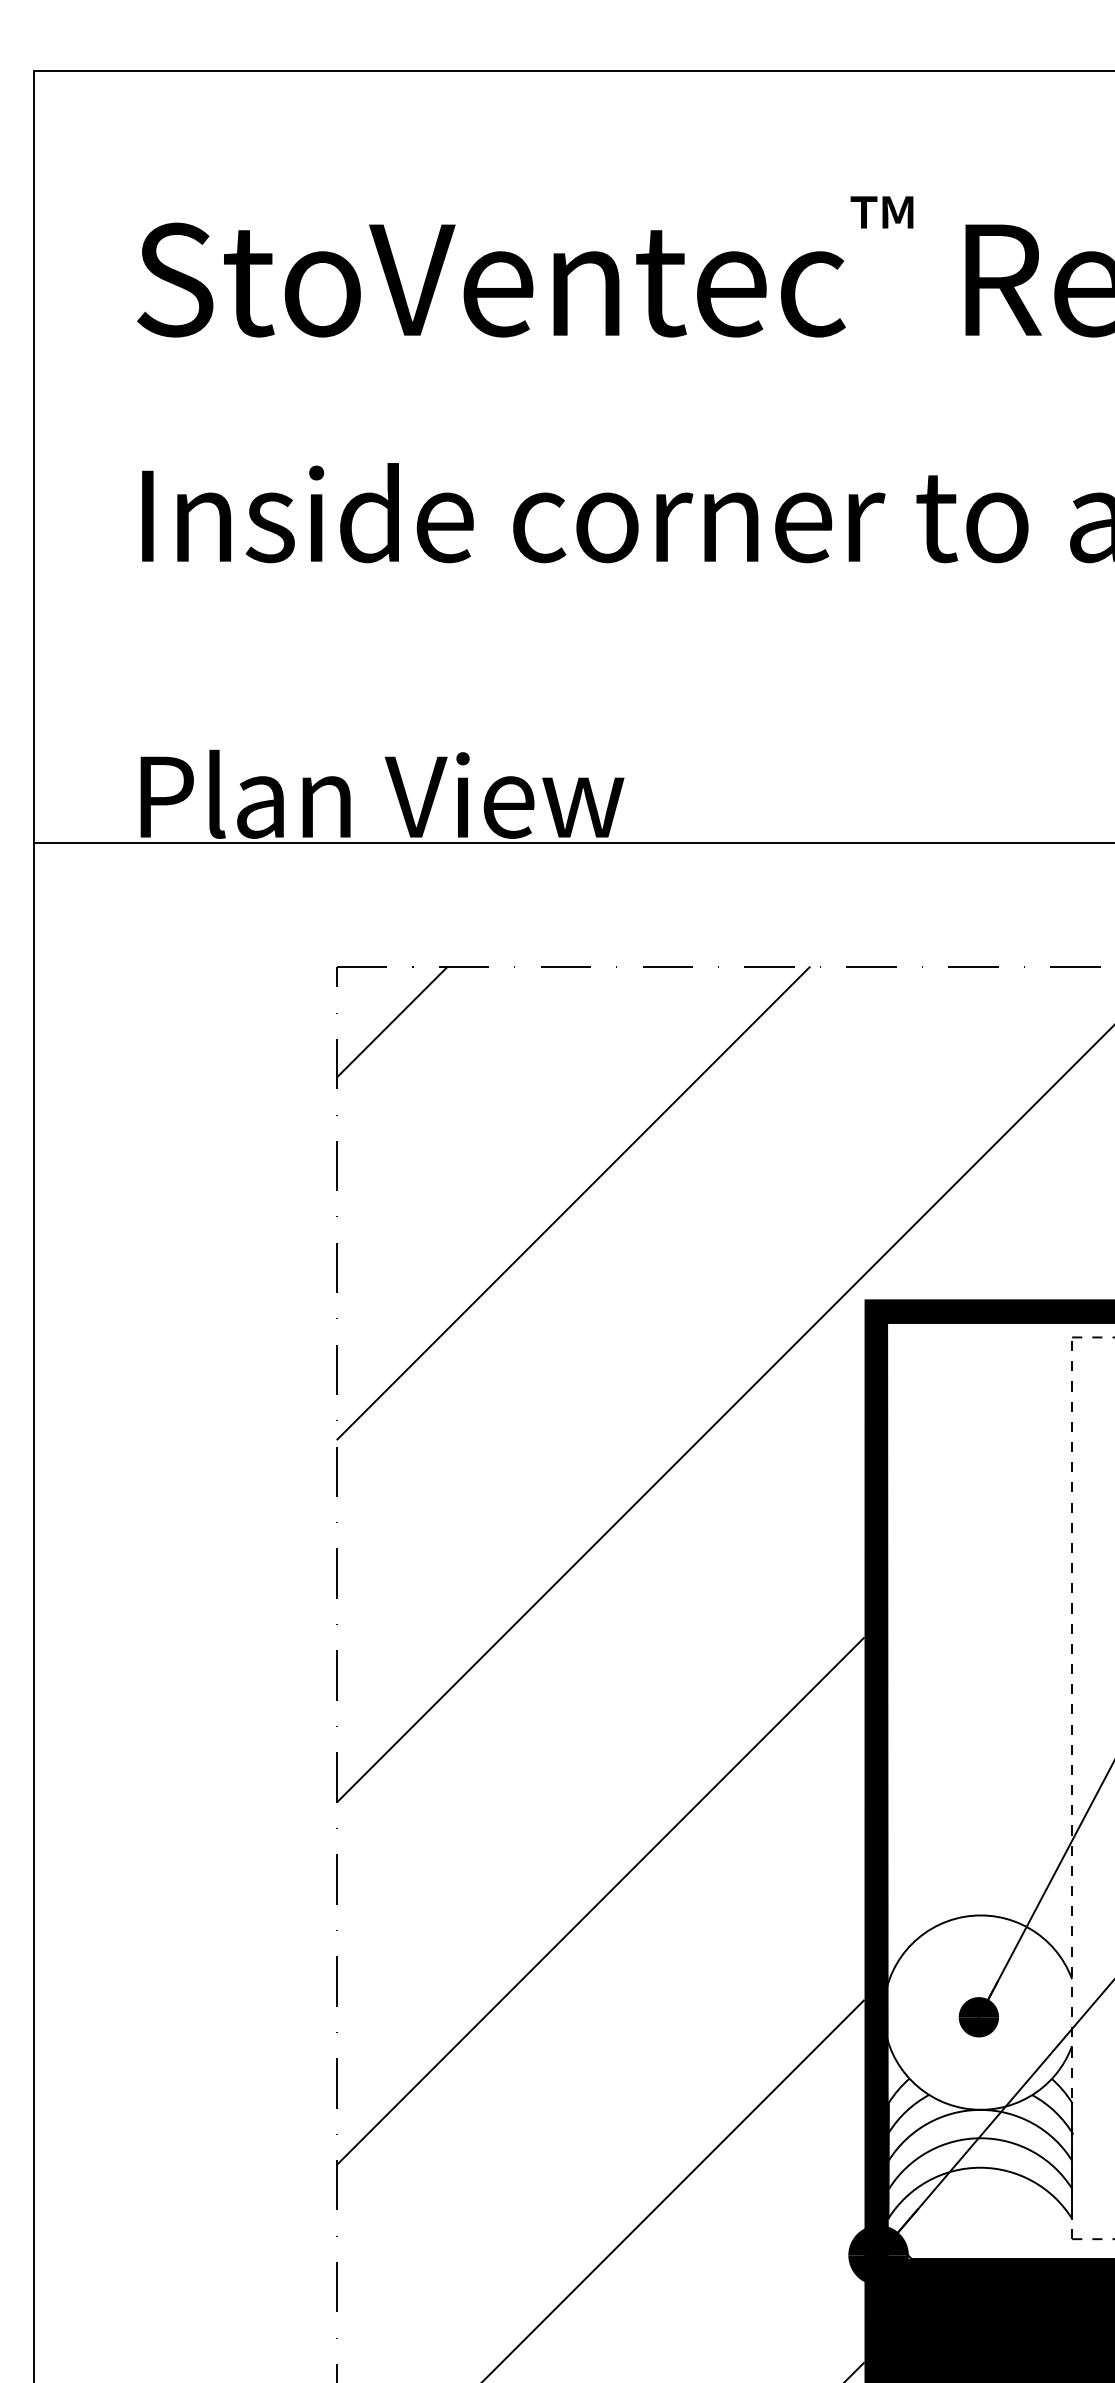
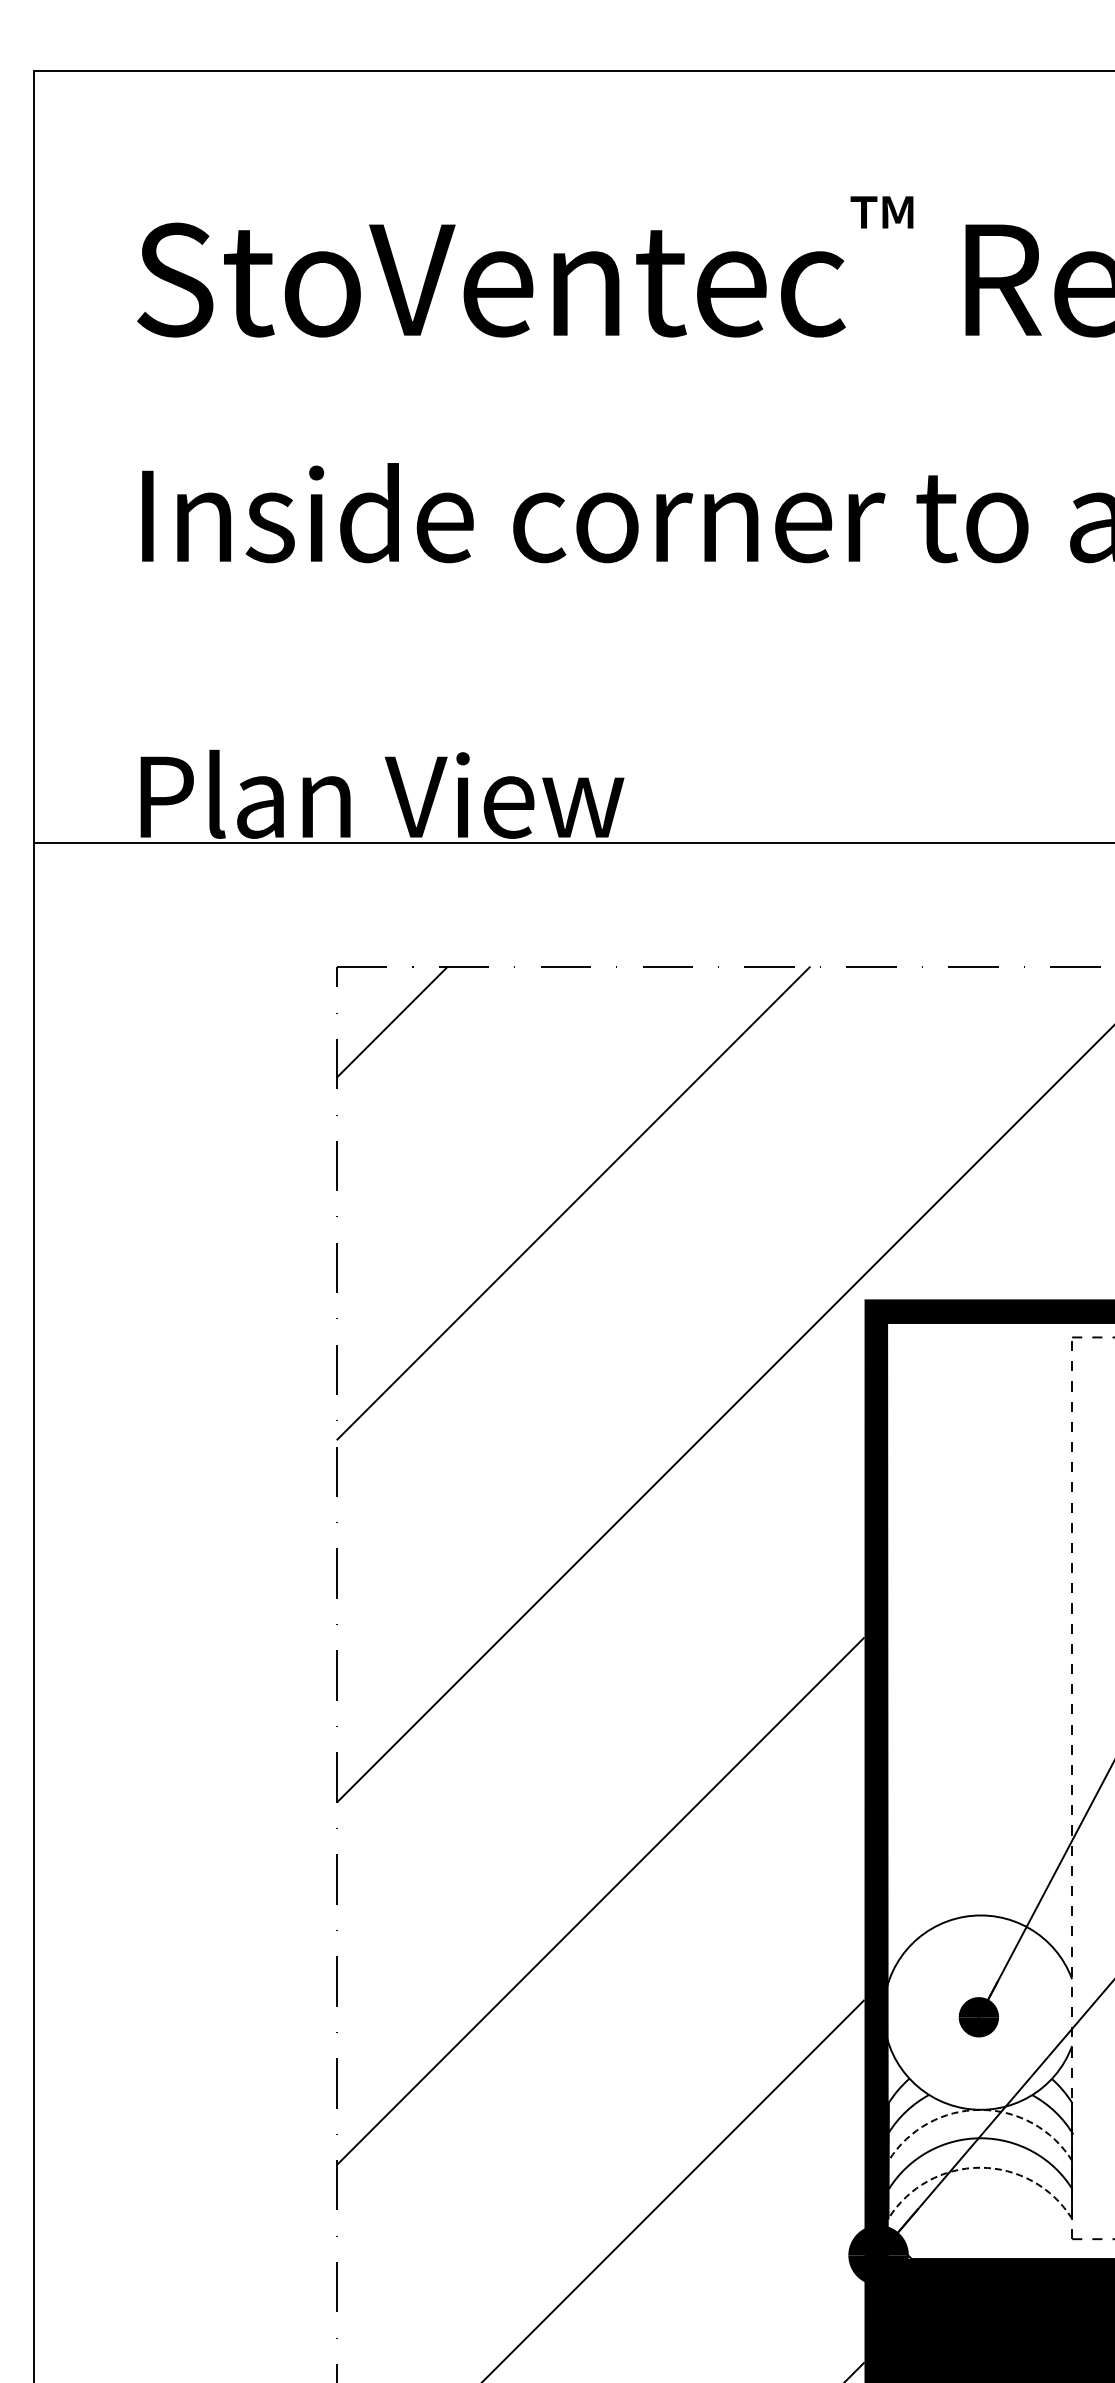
arc at (980, 2109): solid -> dashed
arc at (980, 2167): solid -> dashed
